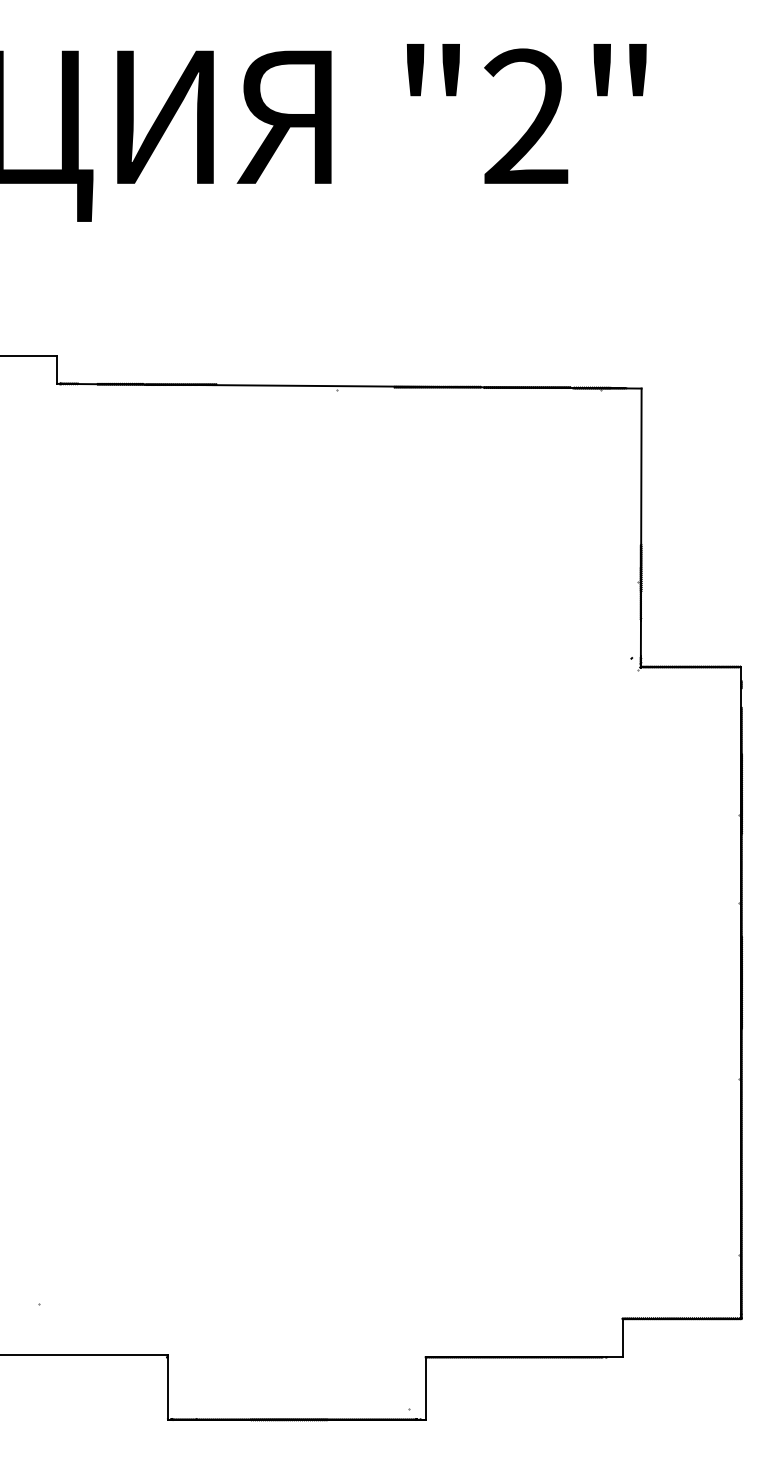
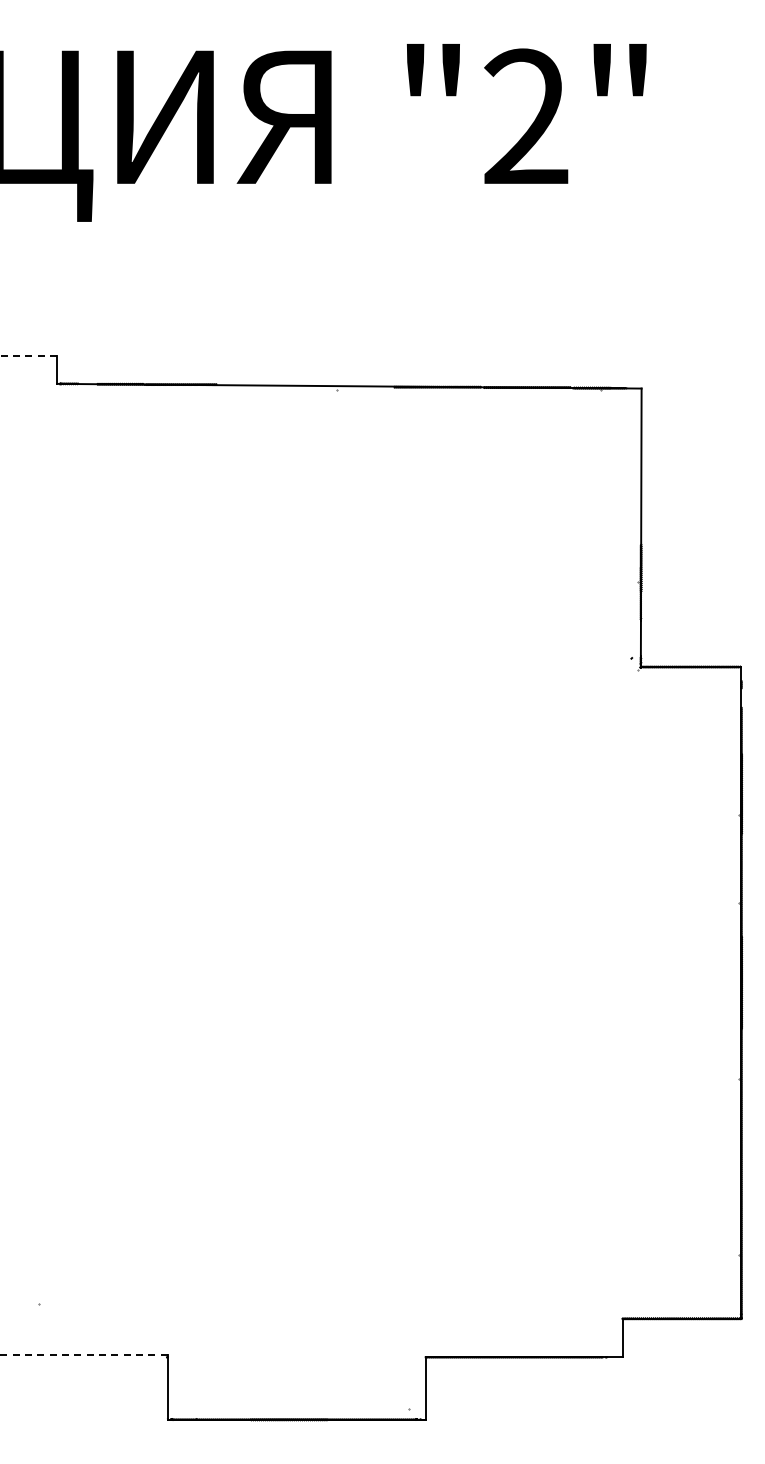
line at (29, 355): solid -> dashed
line at (83, 1355): solid -> dashed
